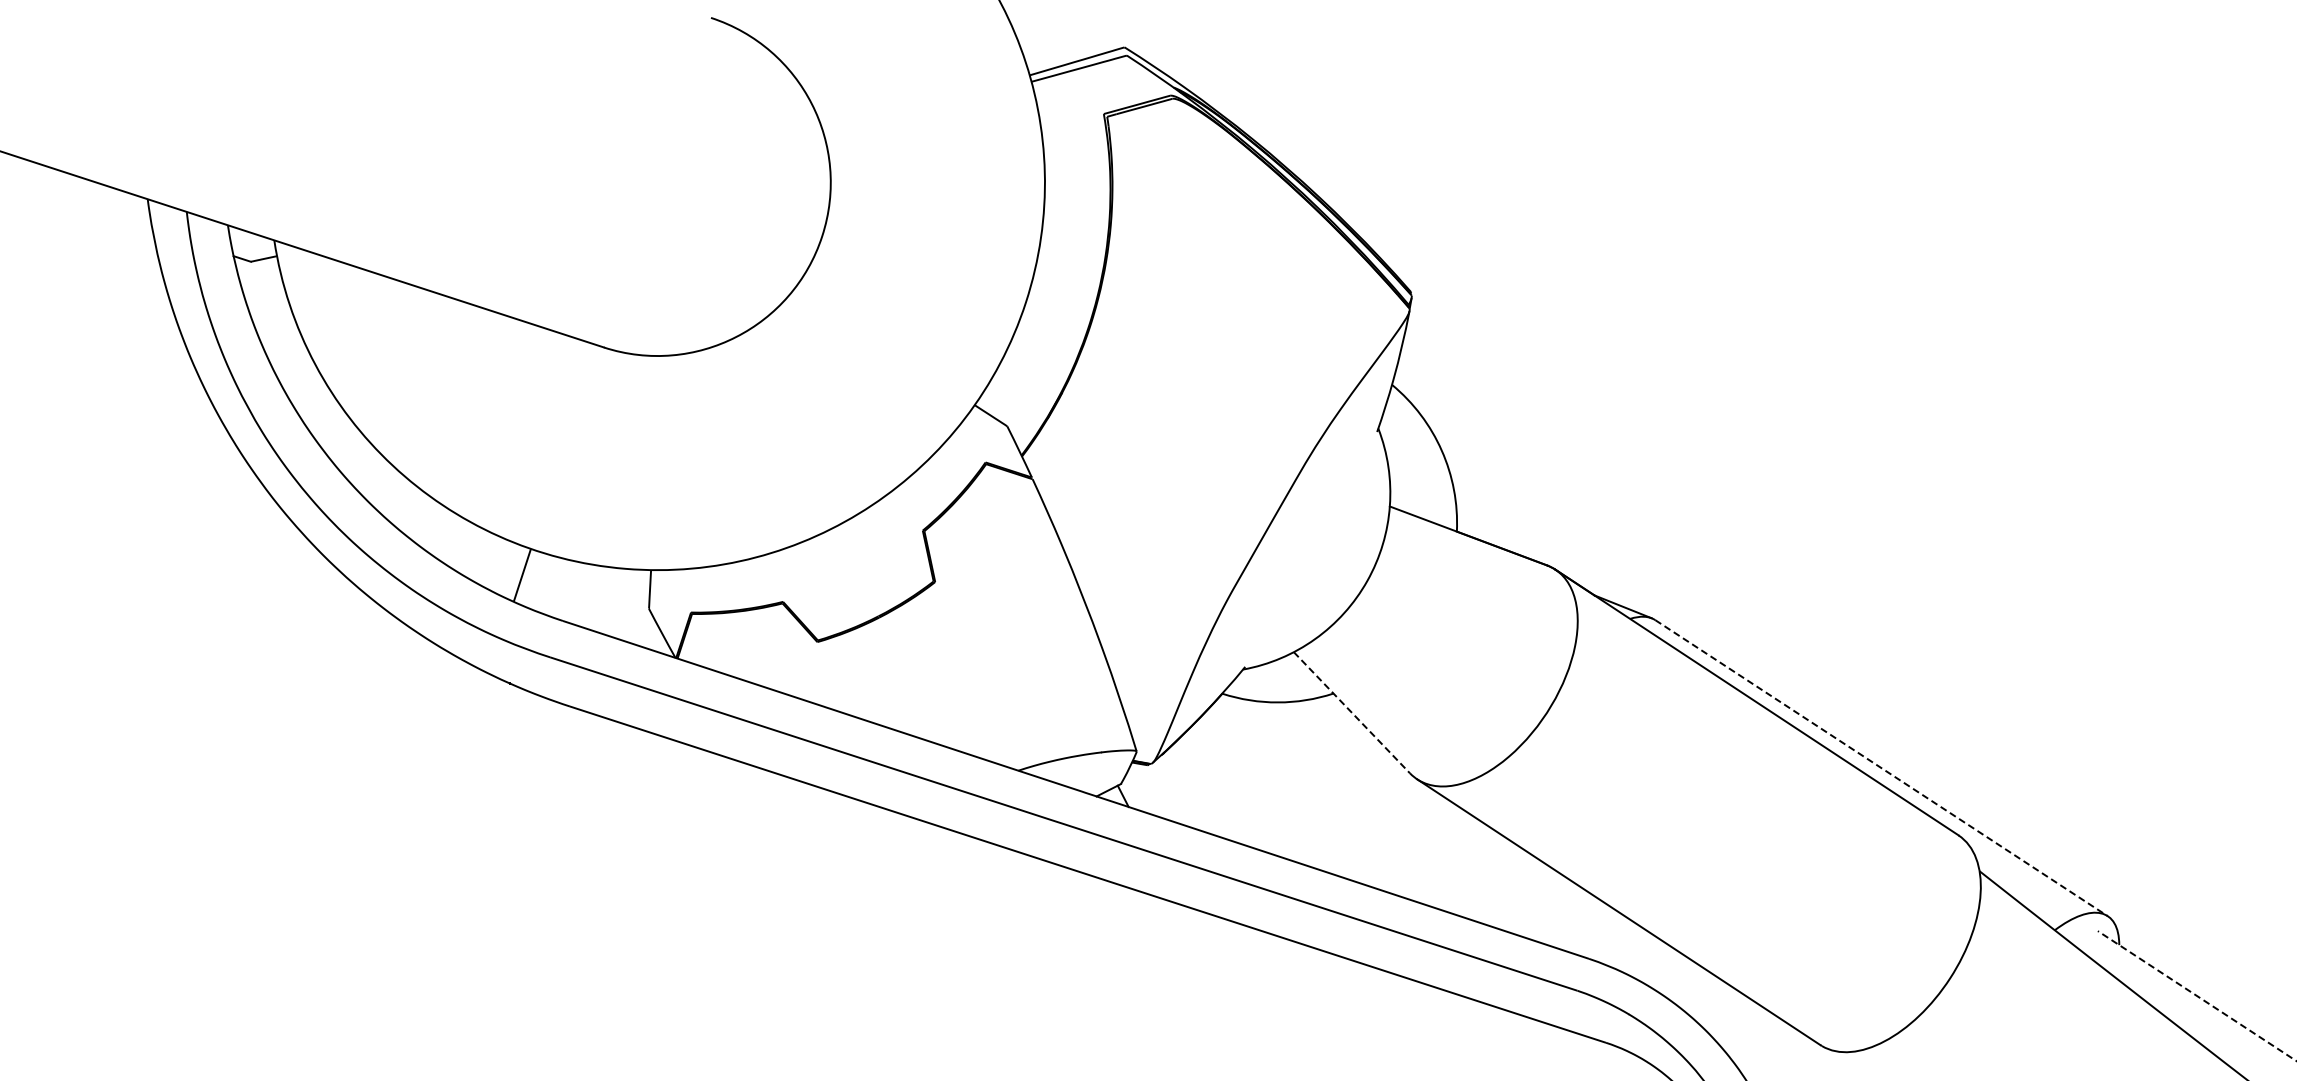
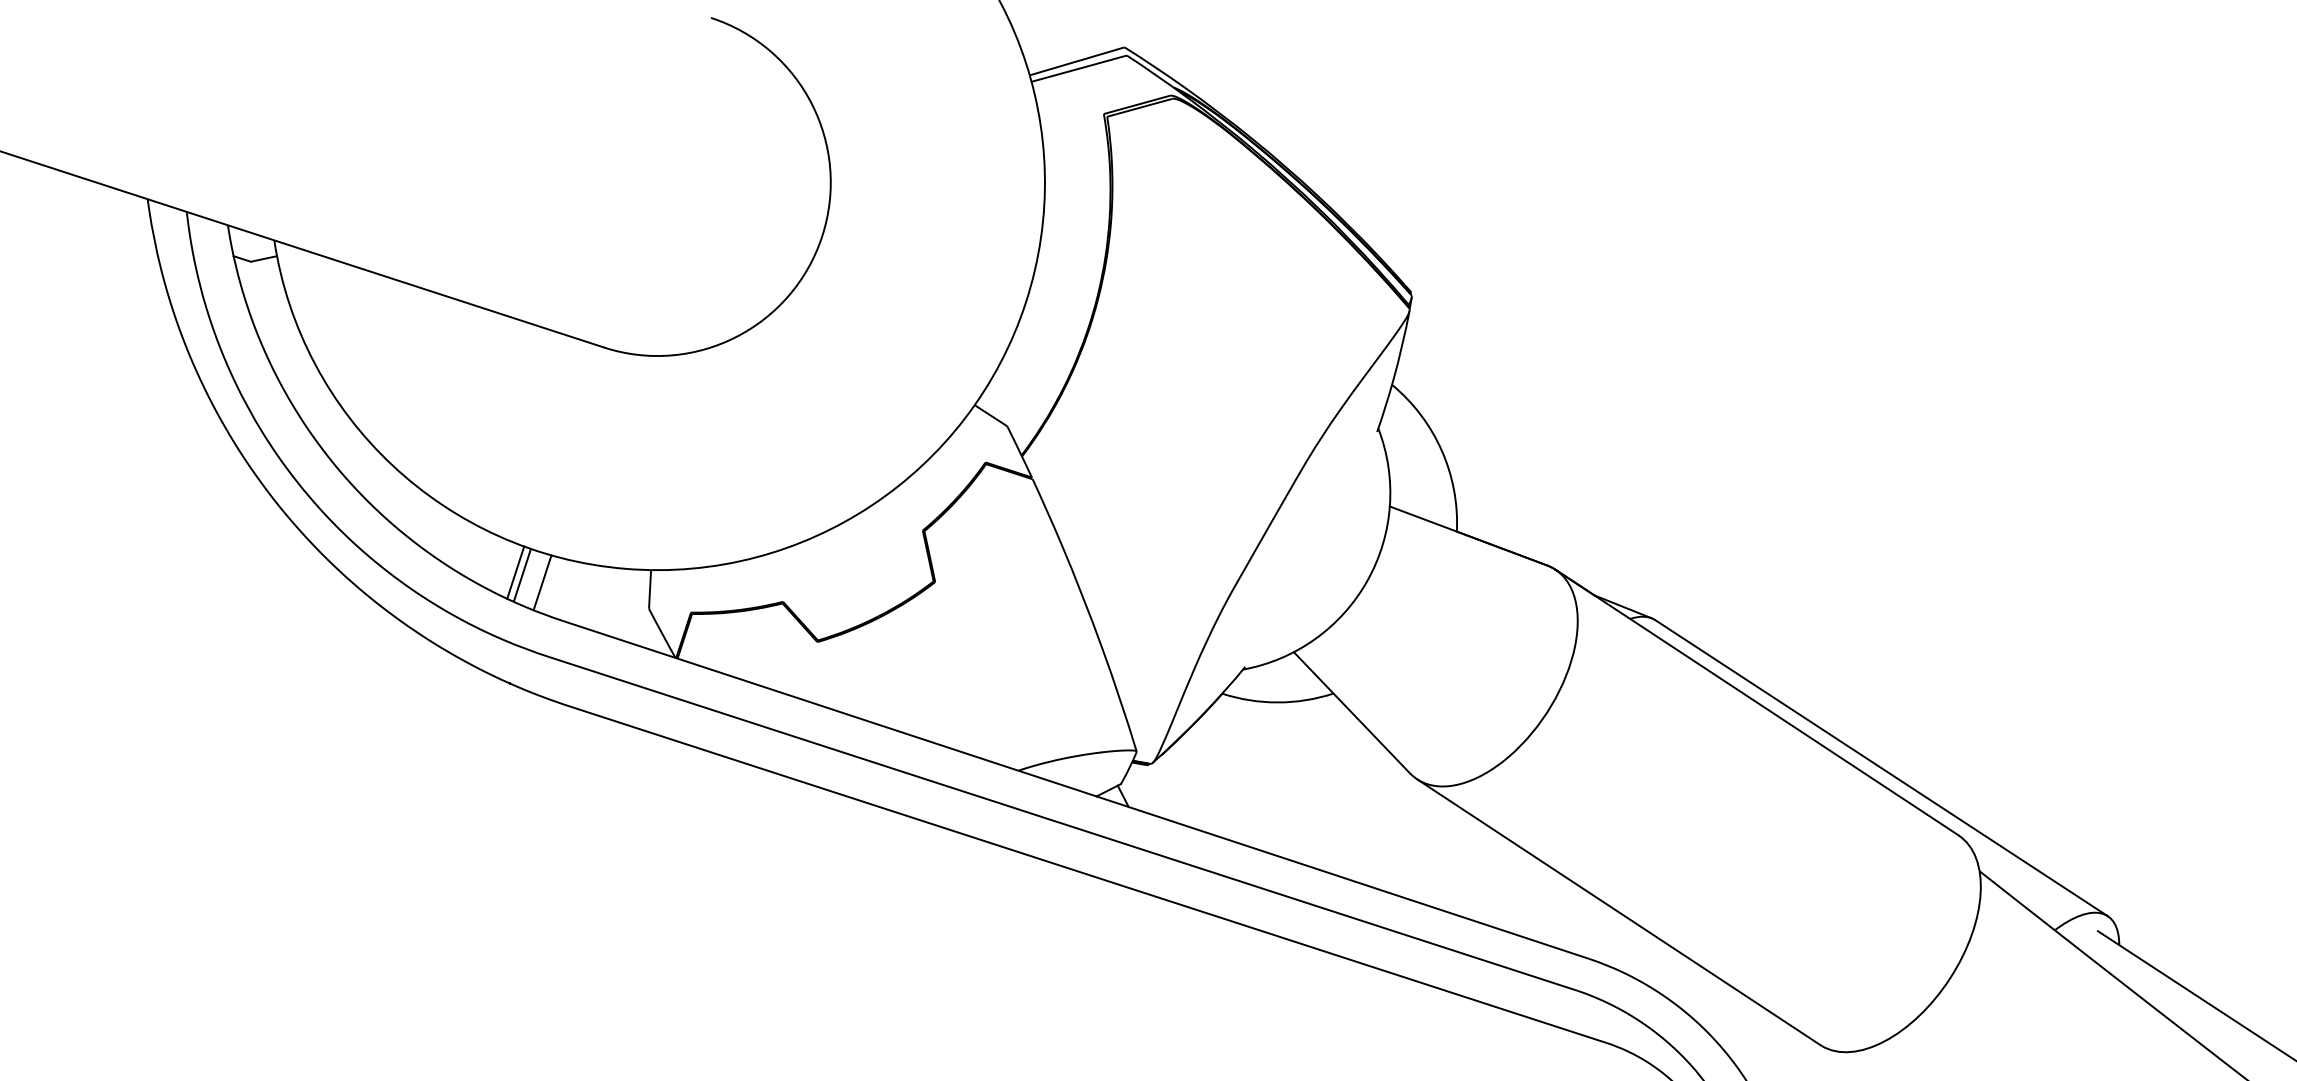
line at (515, 572): none -> present
line at (542, 582): none -> present
line at (1351, 712): dashed -> solid
line at (1881, 768): dashed -> solid
line at (2196, 995): dashed -> solid
